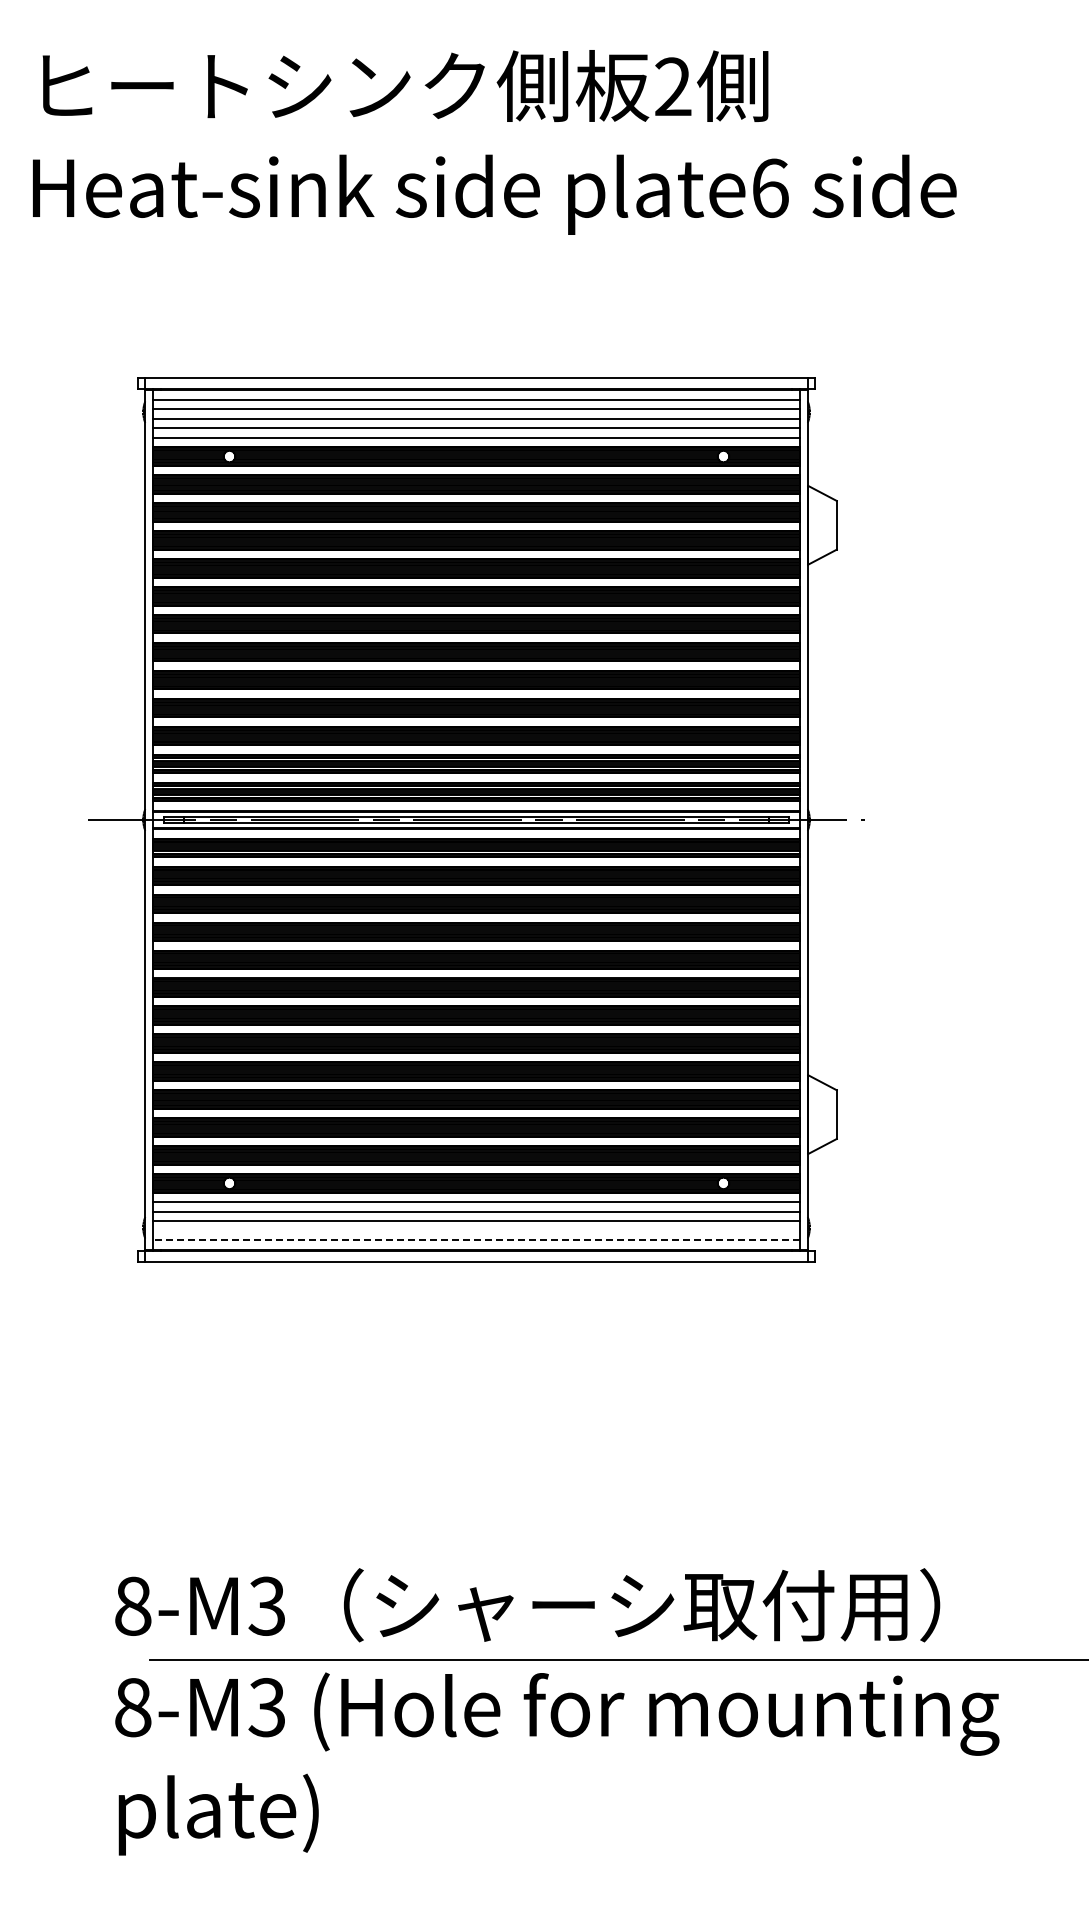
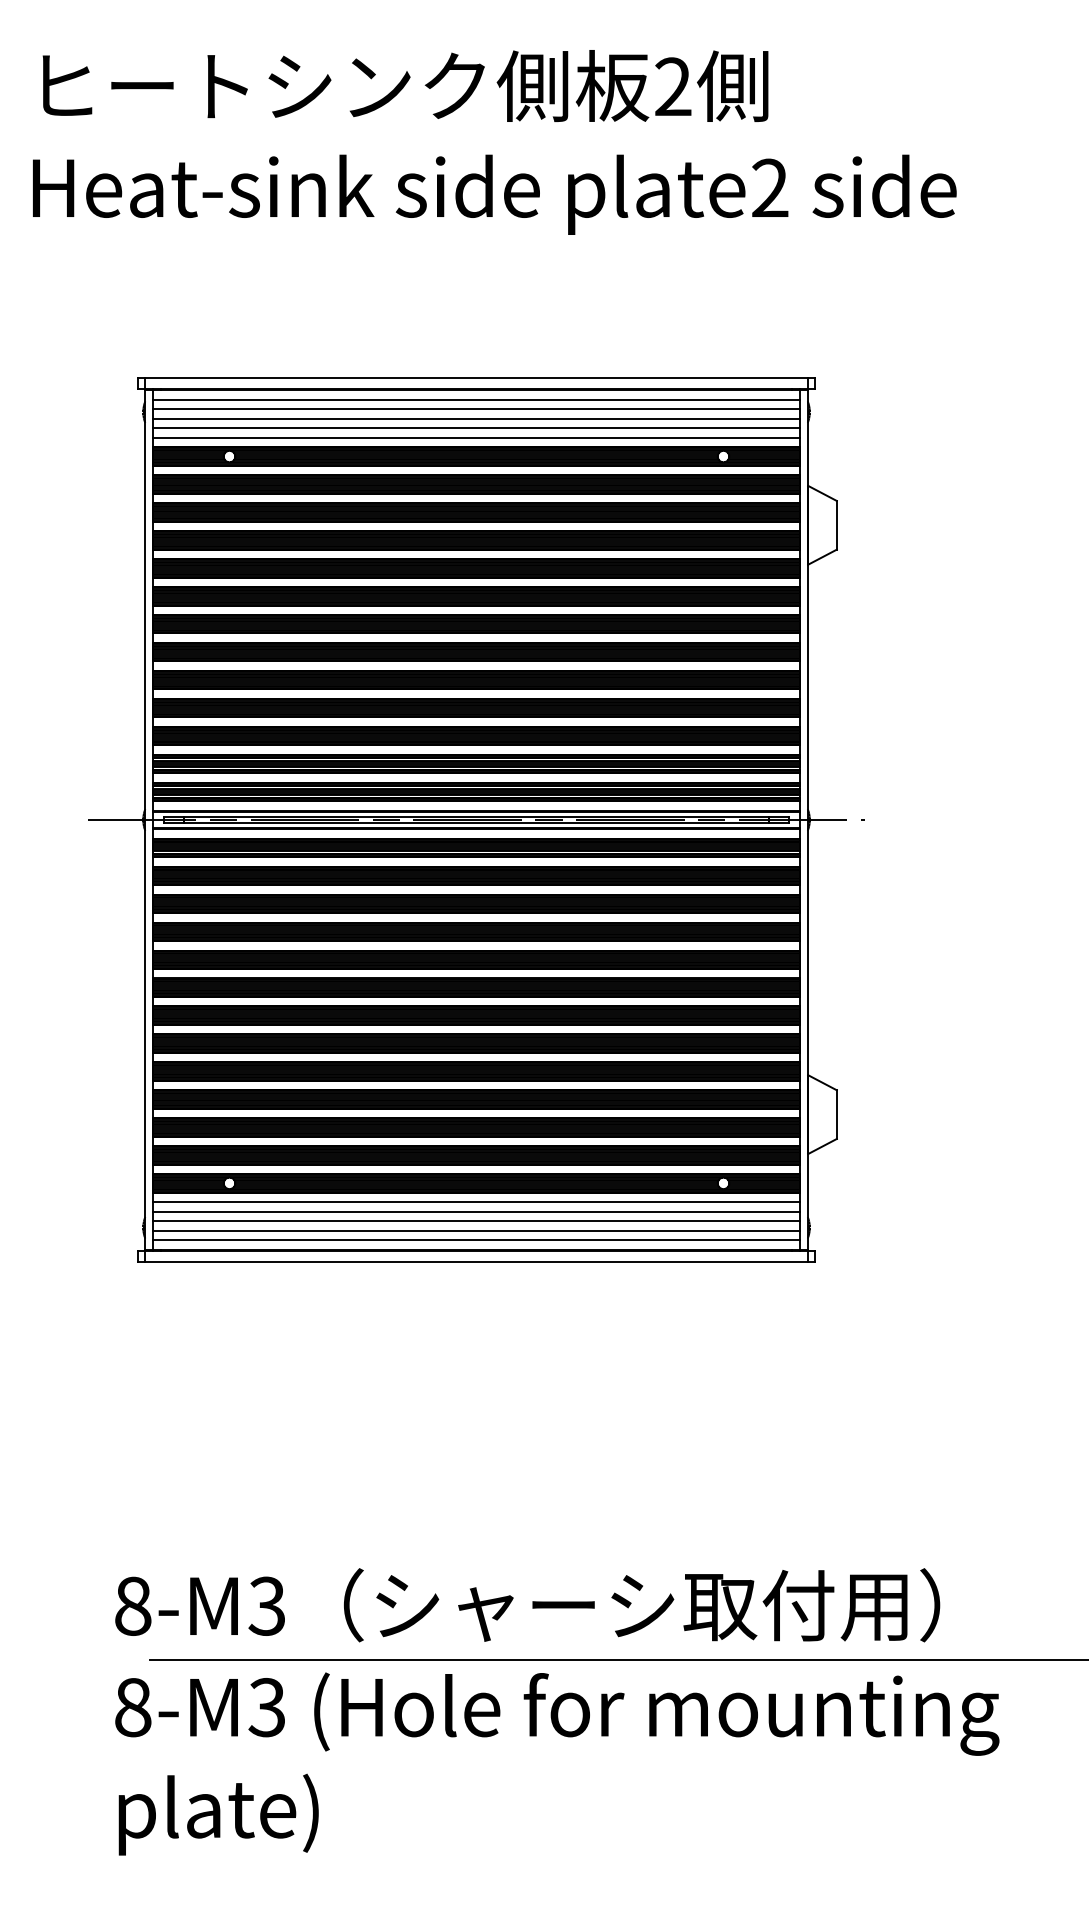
text at (770, 187): plate6 -> plate2
line at (476, 1230): none -> present
line at (476, 1240): dashed -> solid
